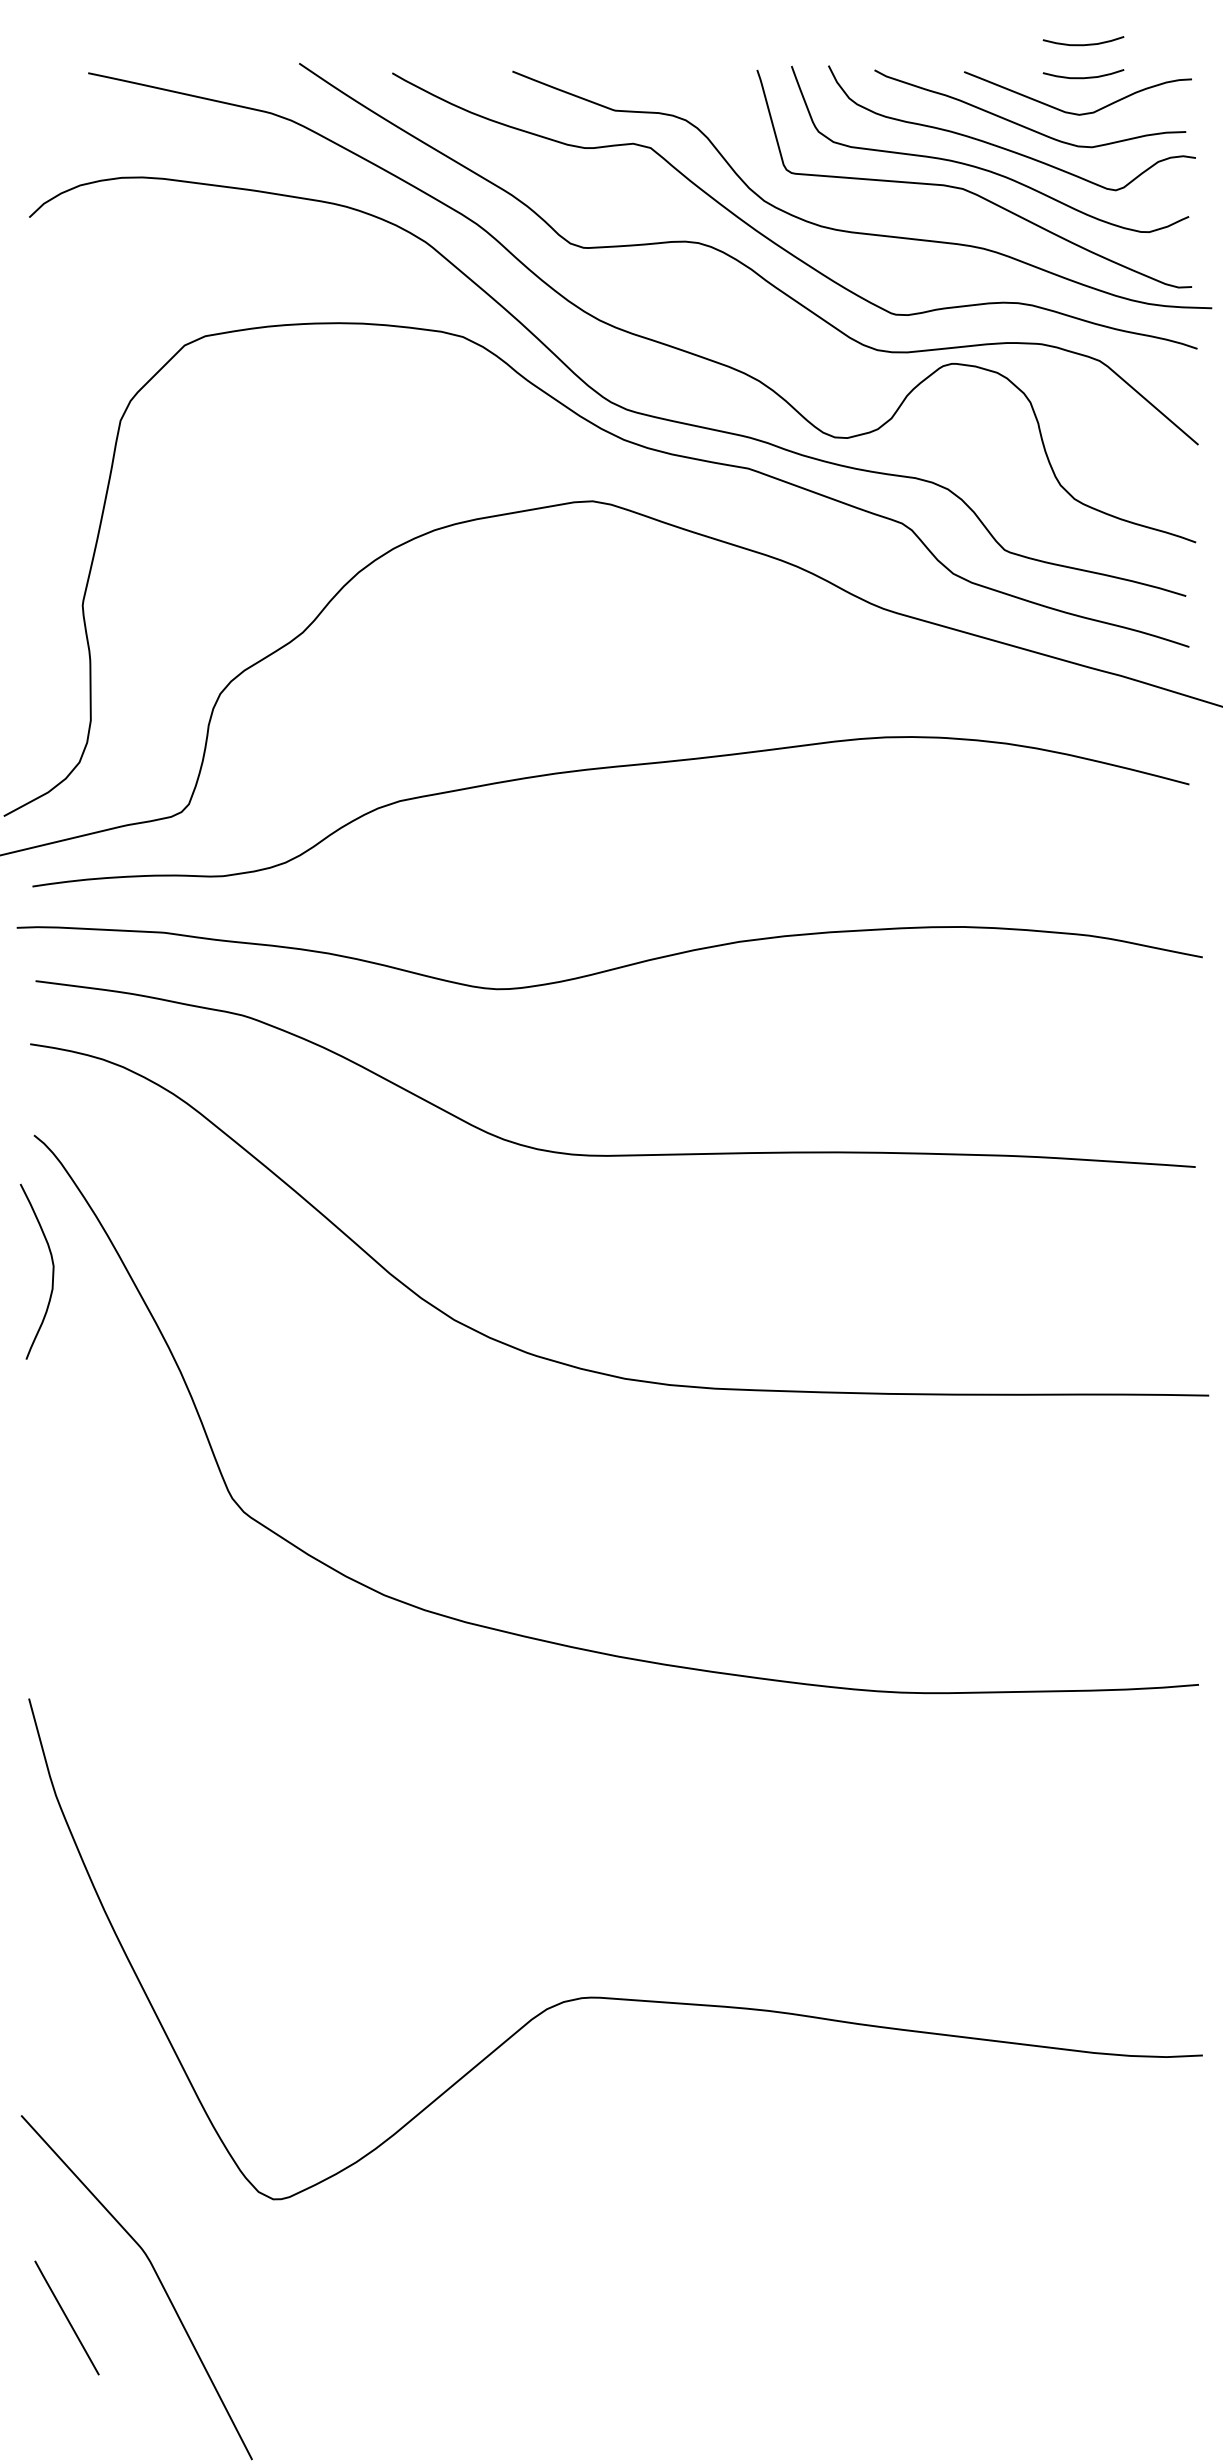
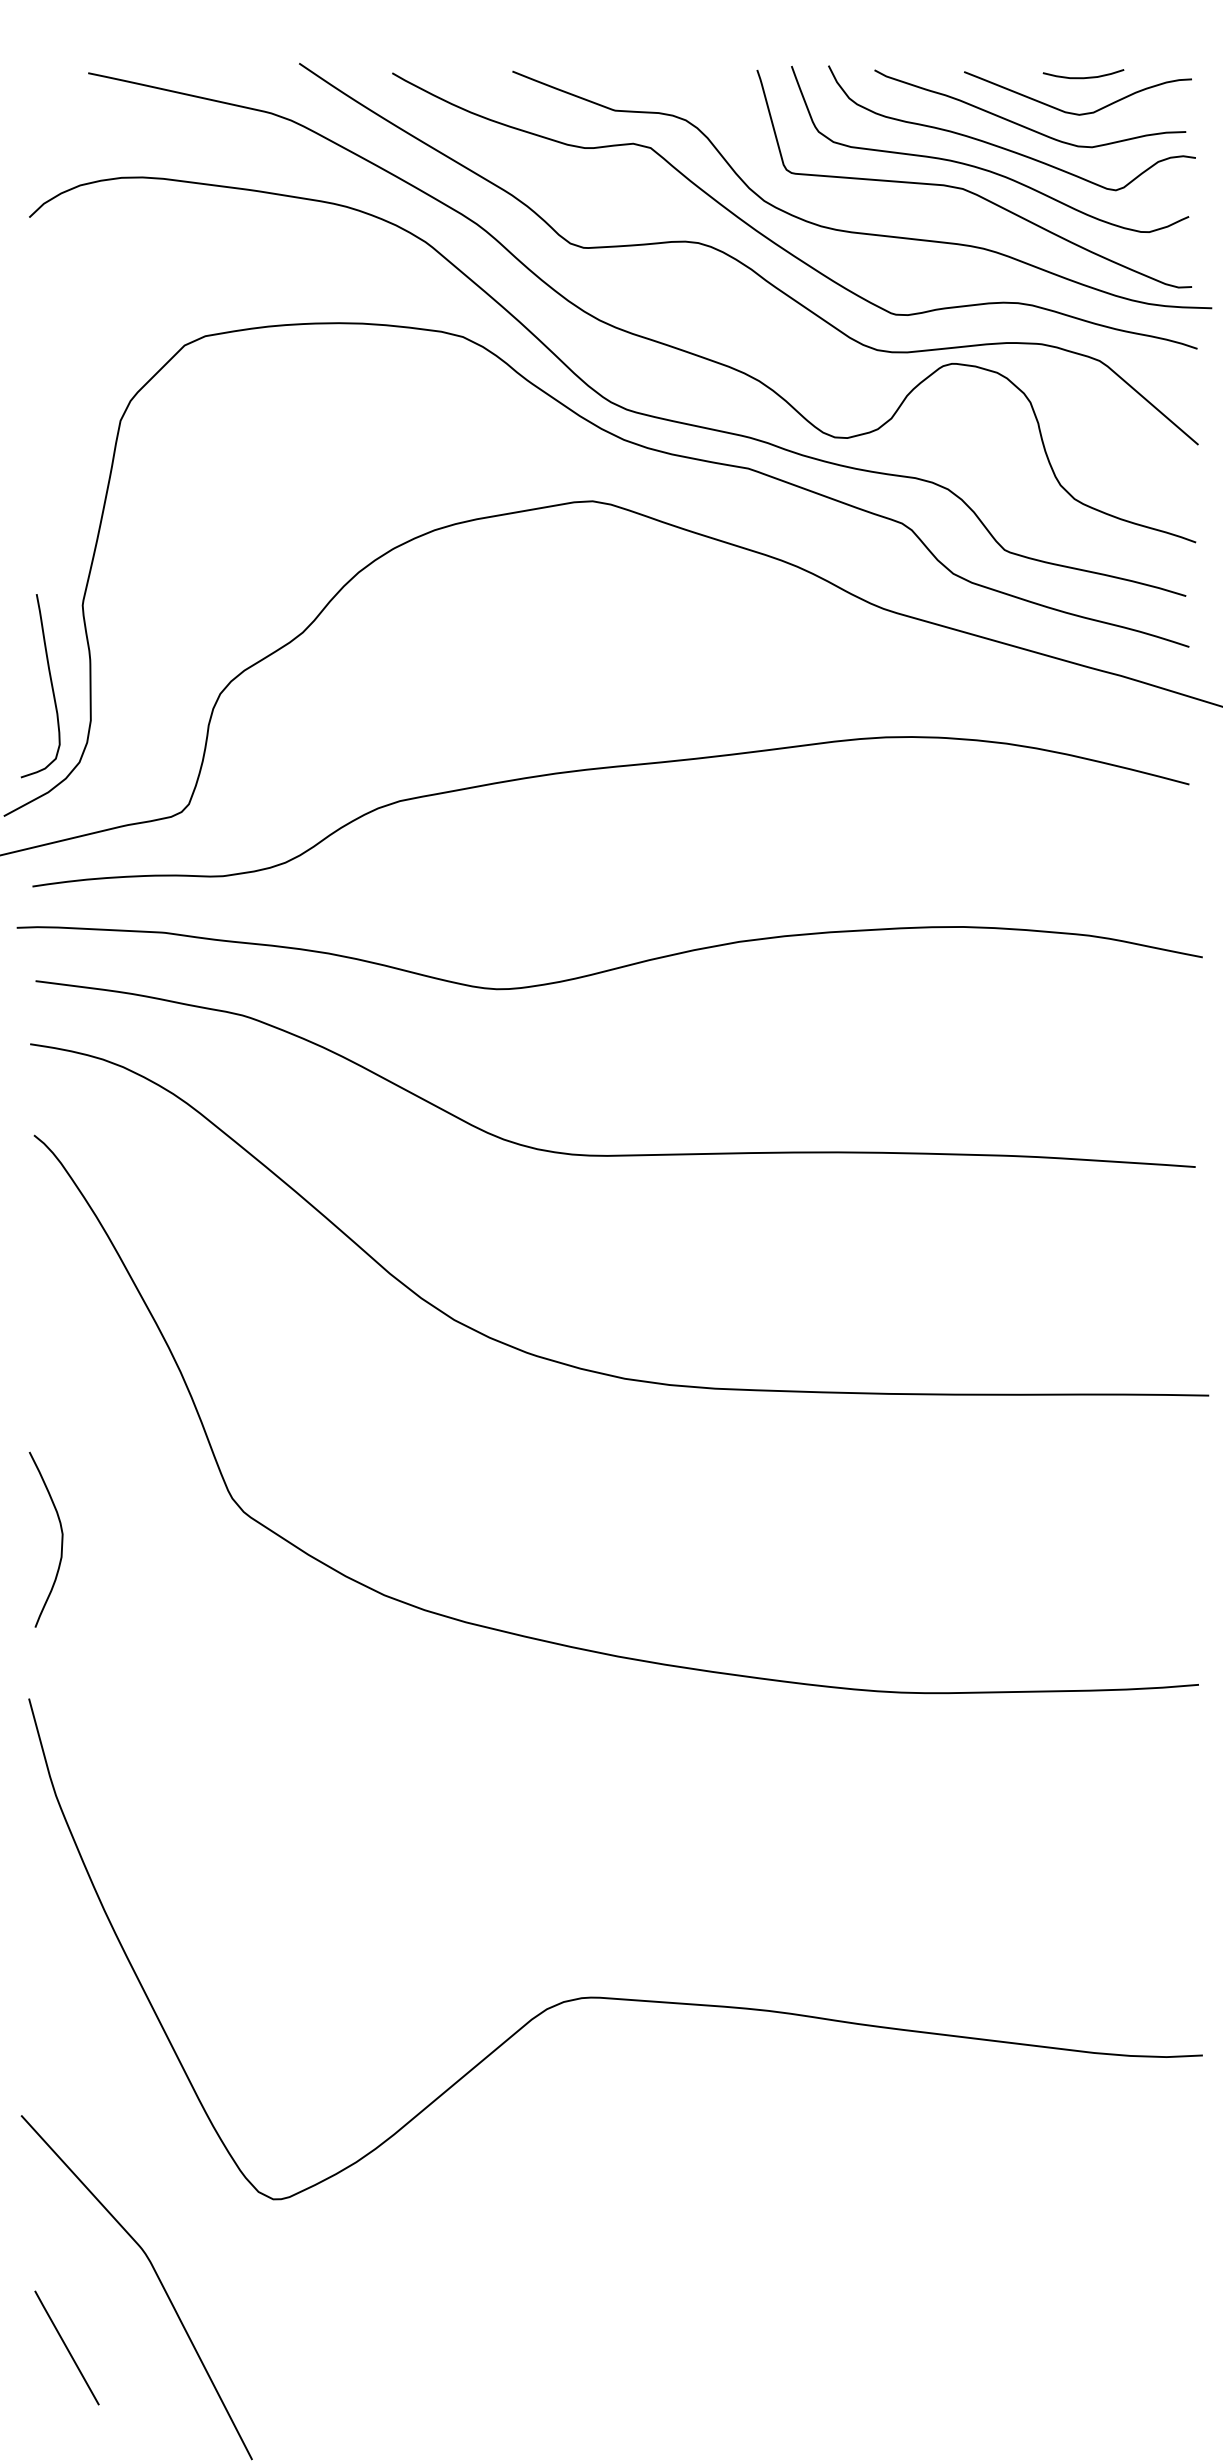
curve at (1083, 44): present -> none
curve at (50, 683): none -> present
curve at (52, 1271) position: (52, 1271) -> (61, 1539)
line at (66, 2317) position: (66, 2317) -> (66, 2347)
